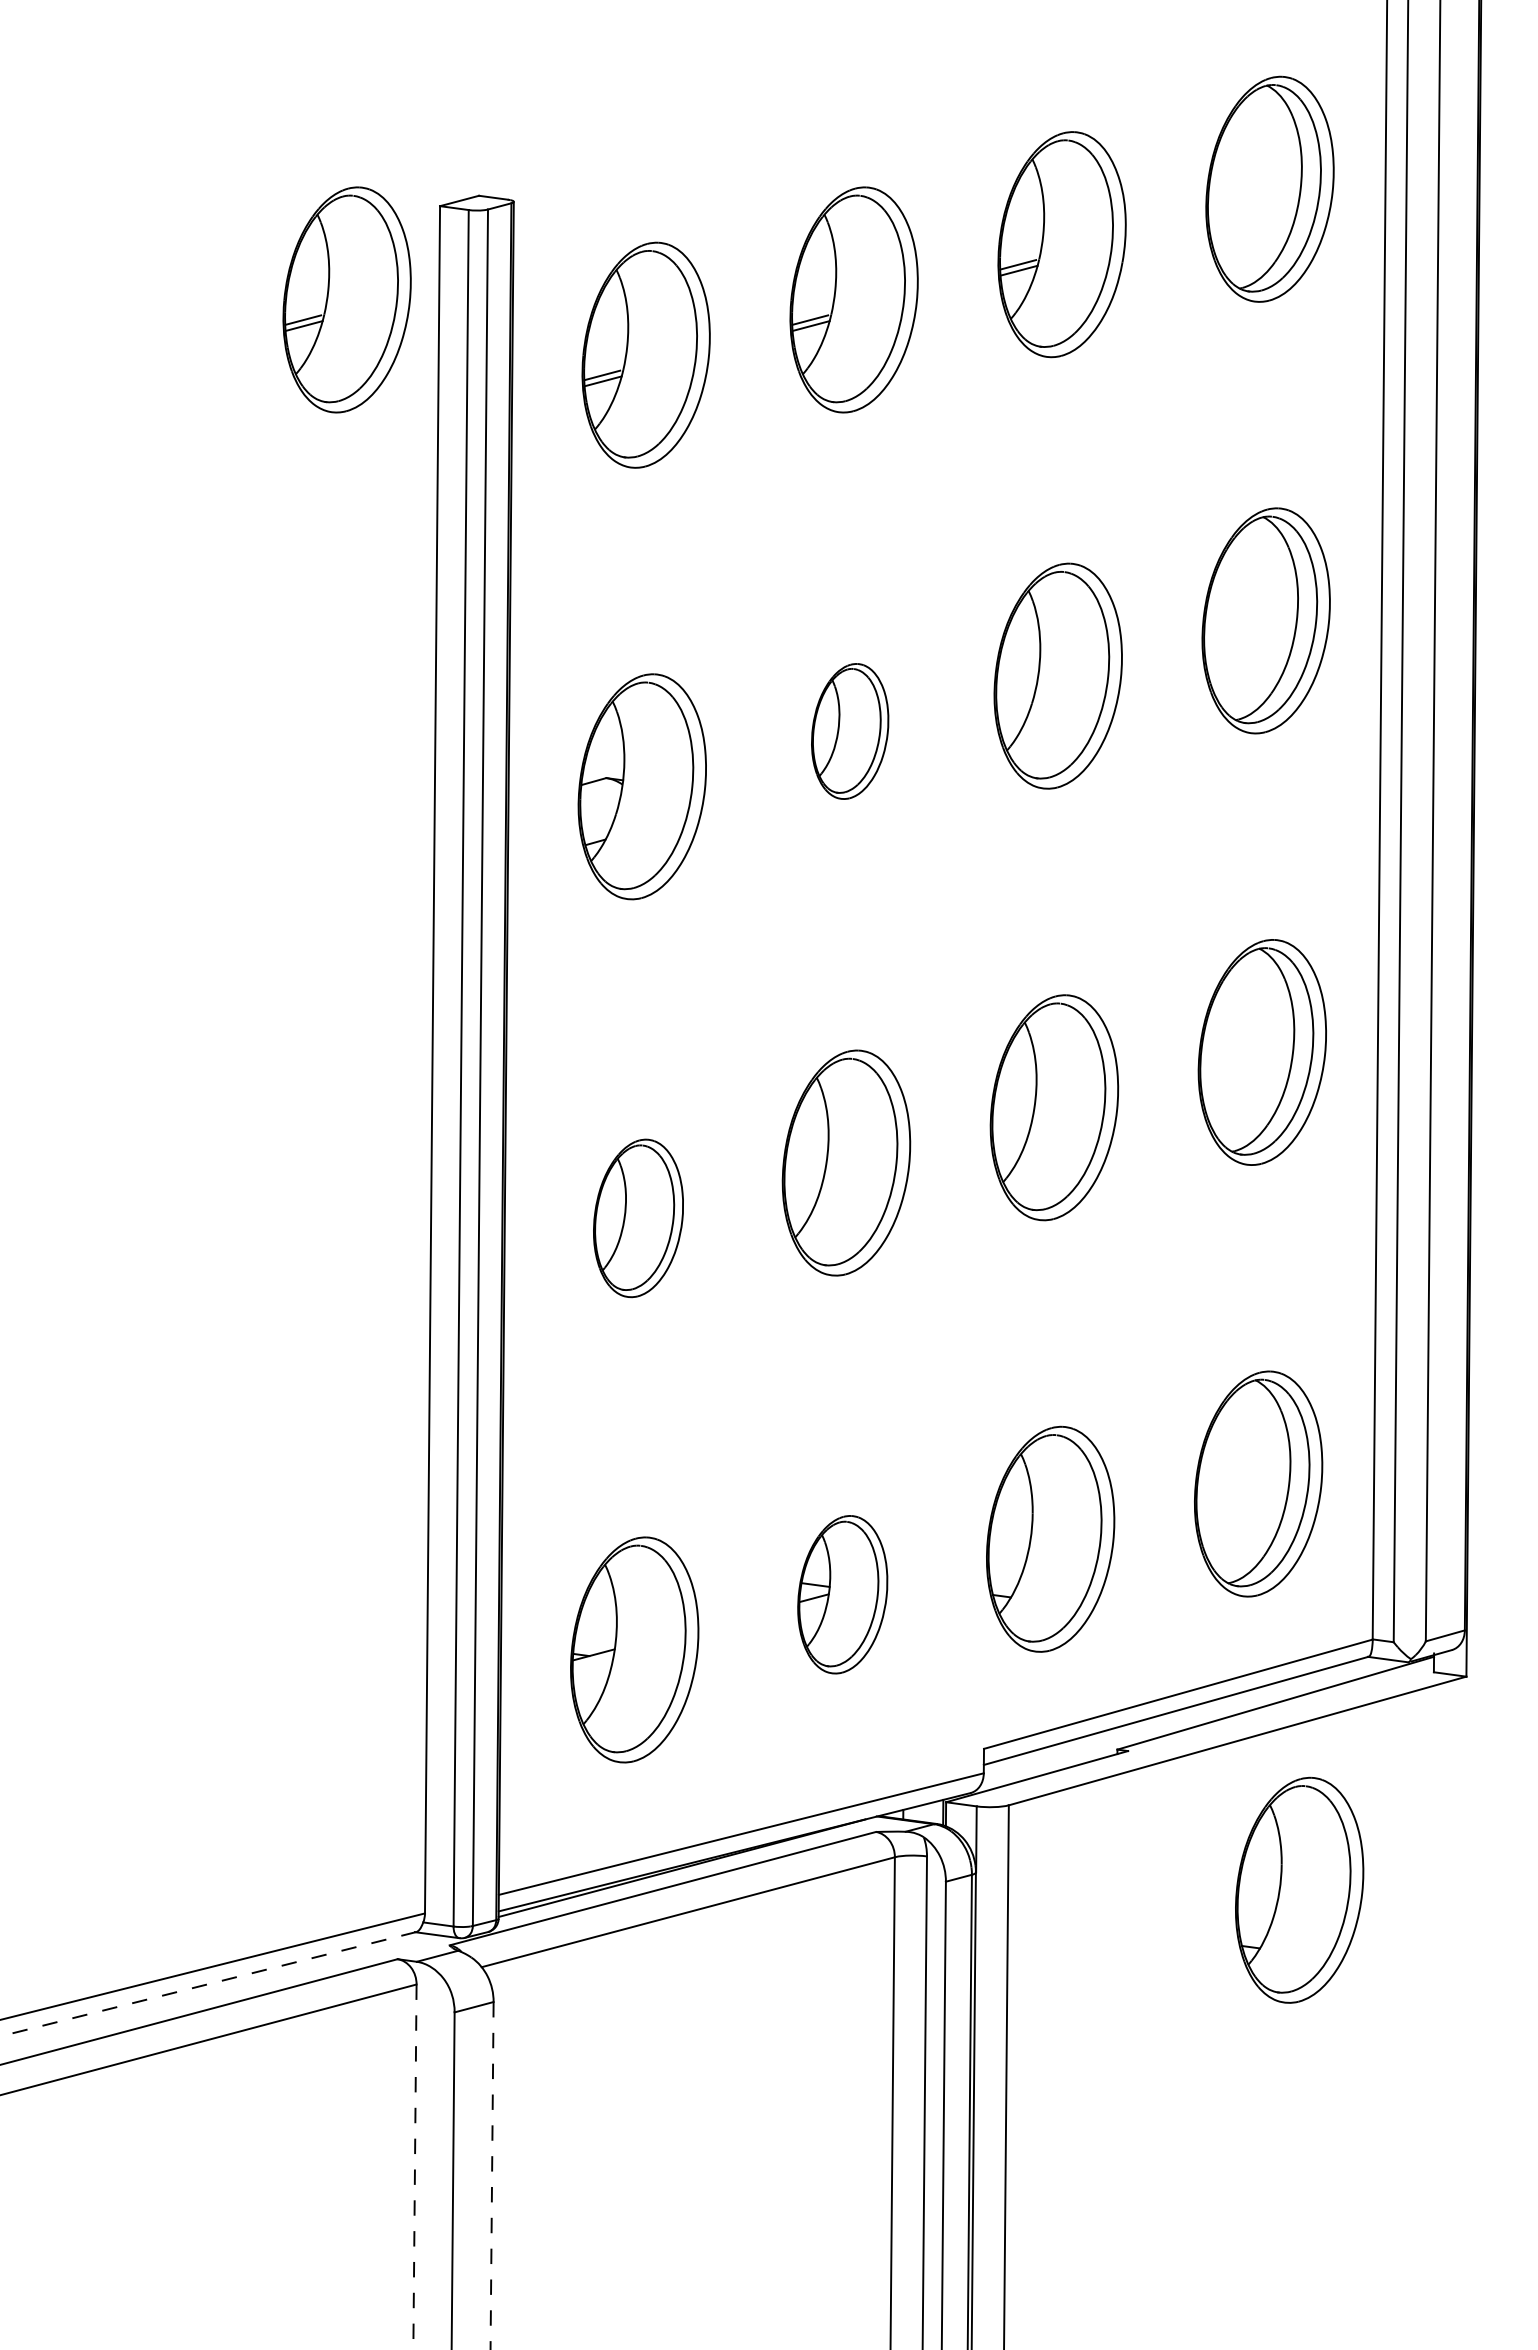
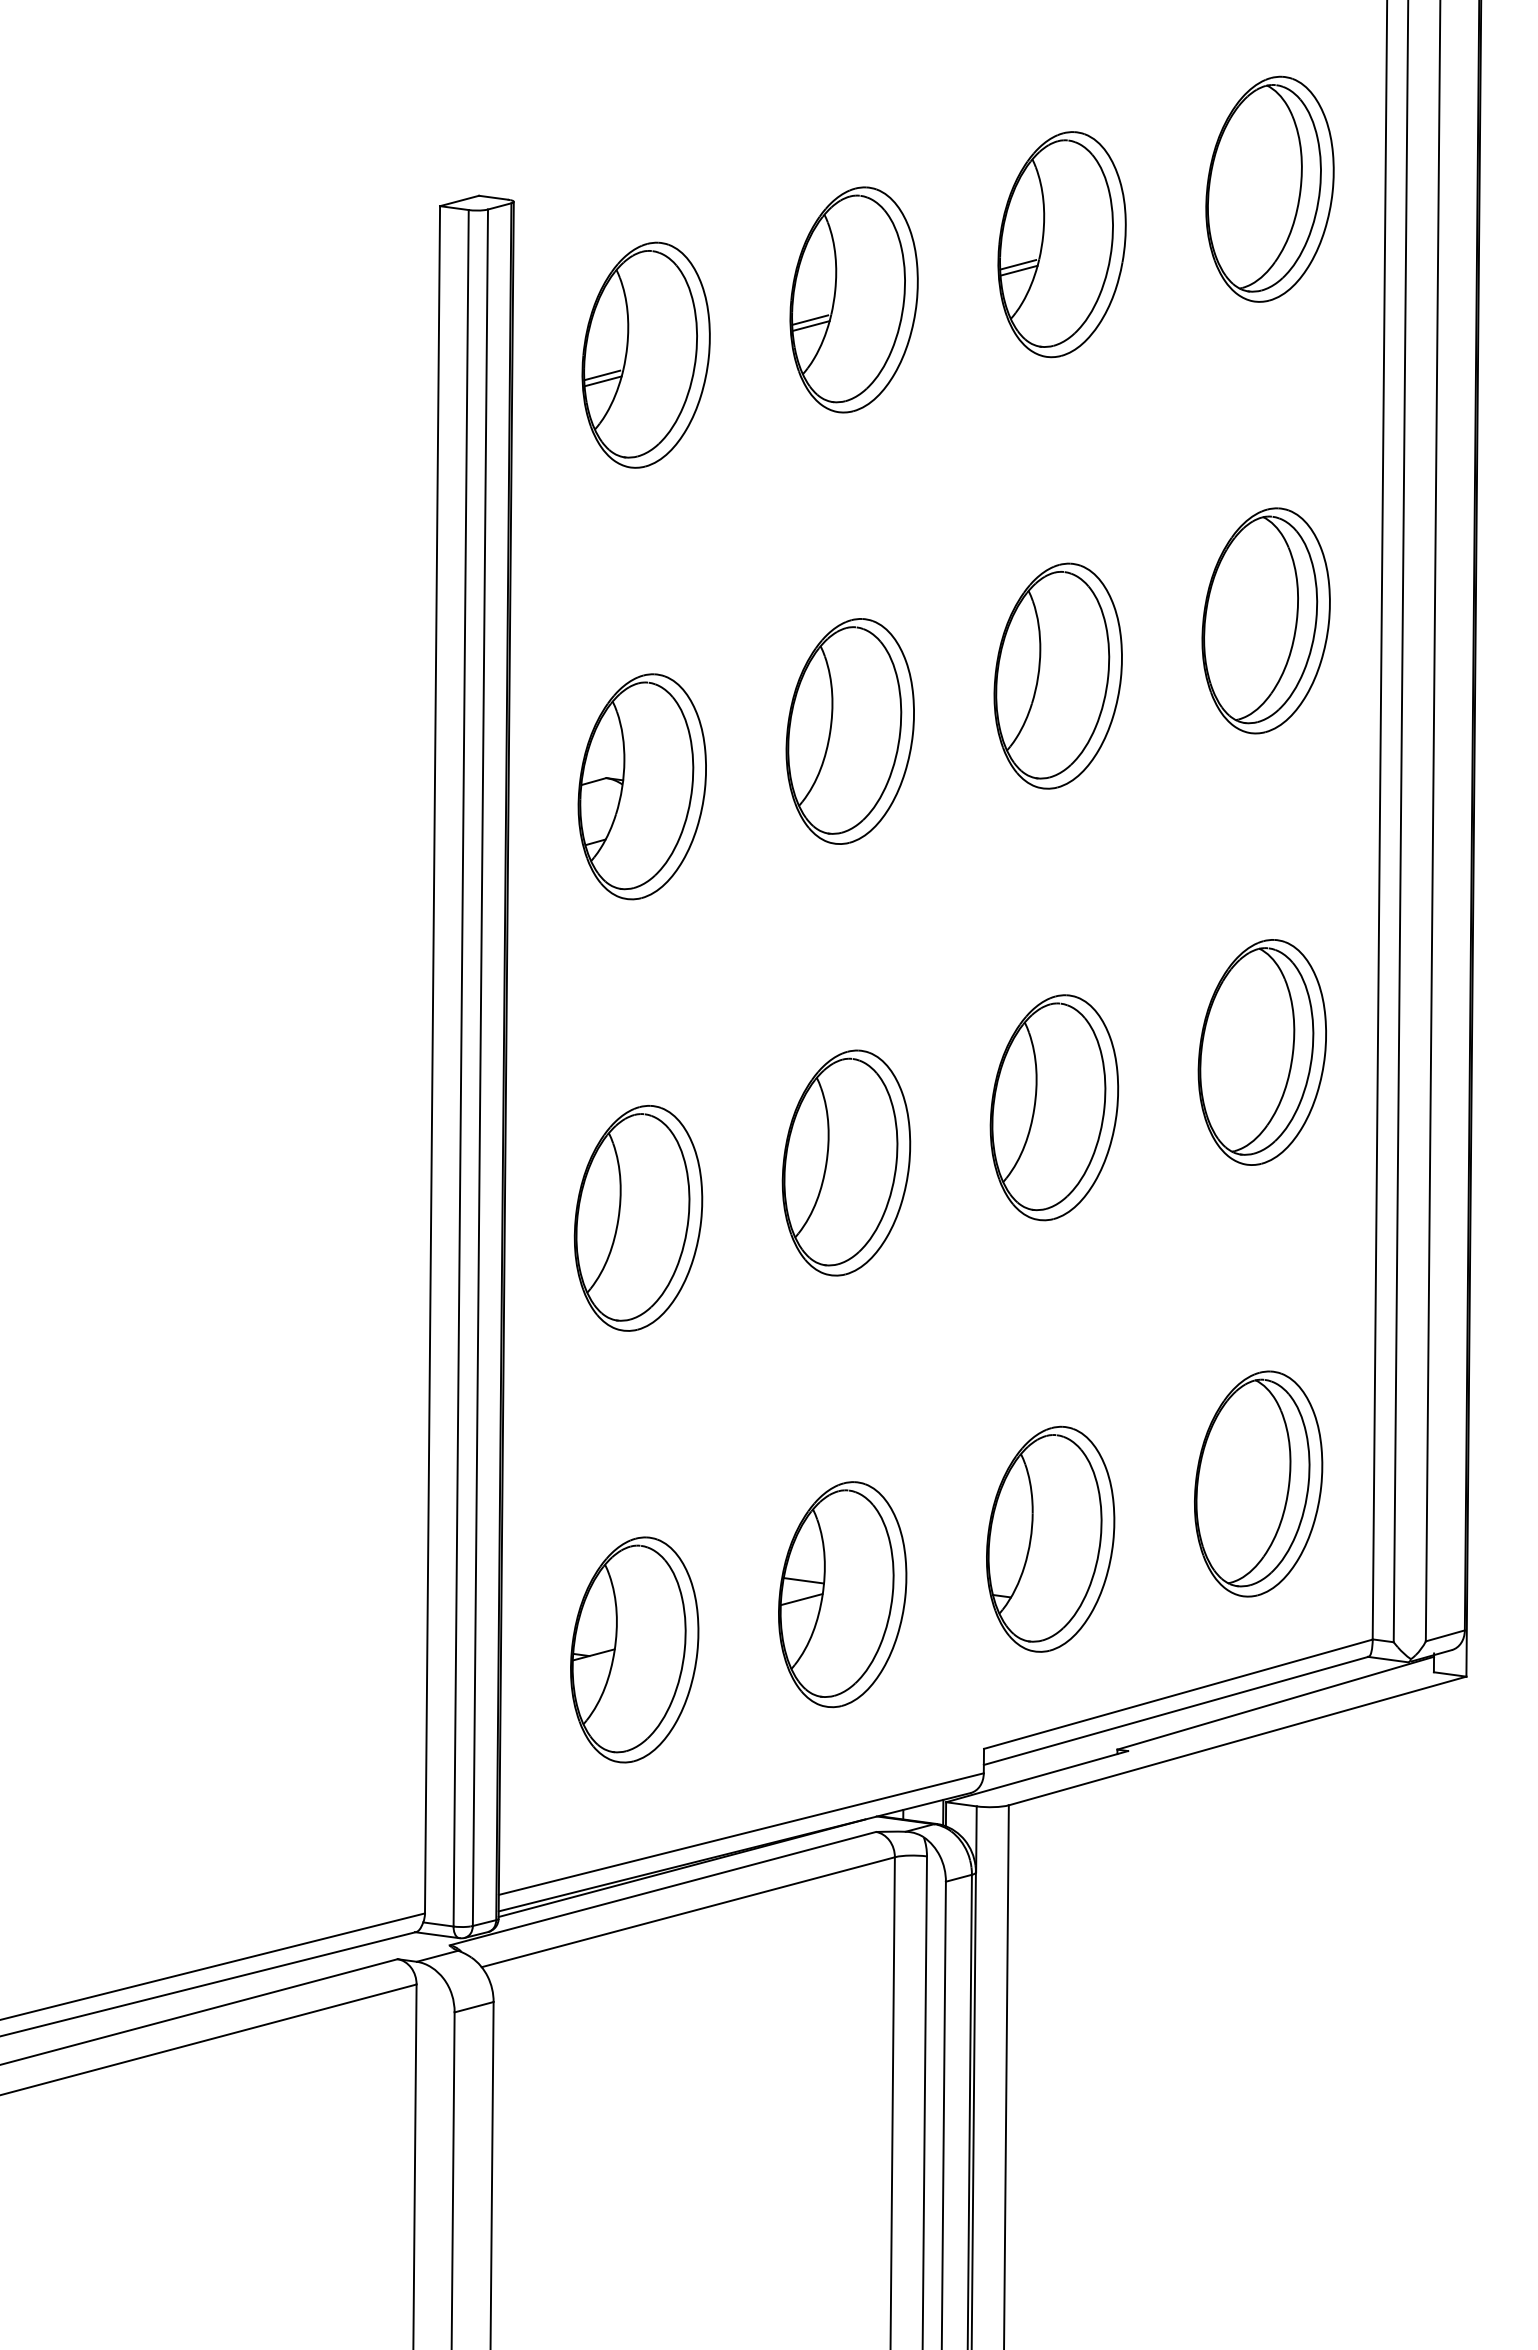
part at (346, 299): present -> none
part at (850, 731) size: 79x137 px -> 130x227 px
part at (638, 1218) size: 91x161 px -> 131x227 px
part at (842, 1594) size: 92x160 px -> 130x228 px
part at (1299, 1889): present -> none
line at (207, 1984): dashed -> solid
line at (414, 2167): dashed -> solid
line at (492, 2175): dashed -> solid
